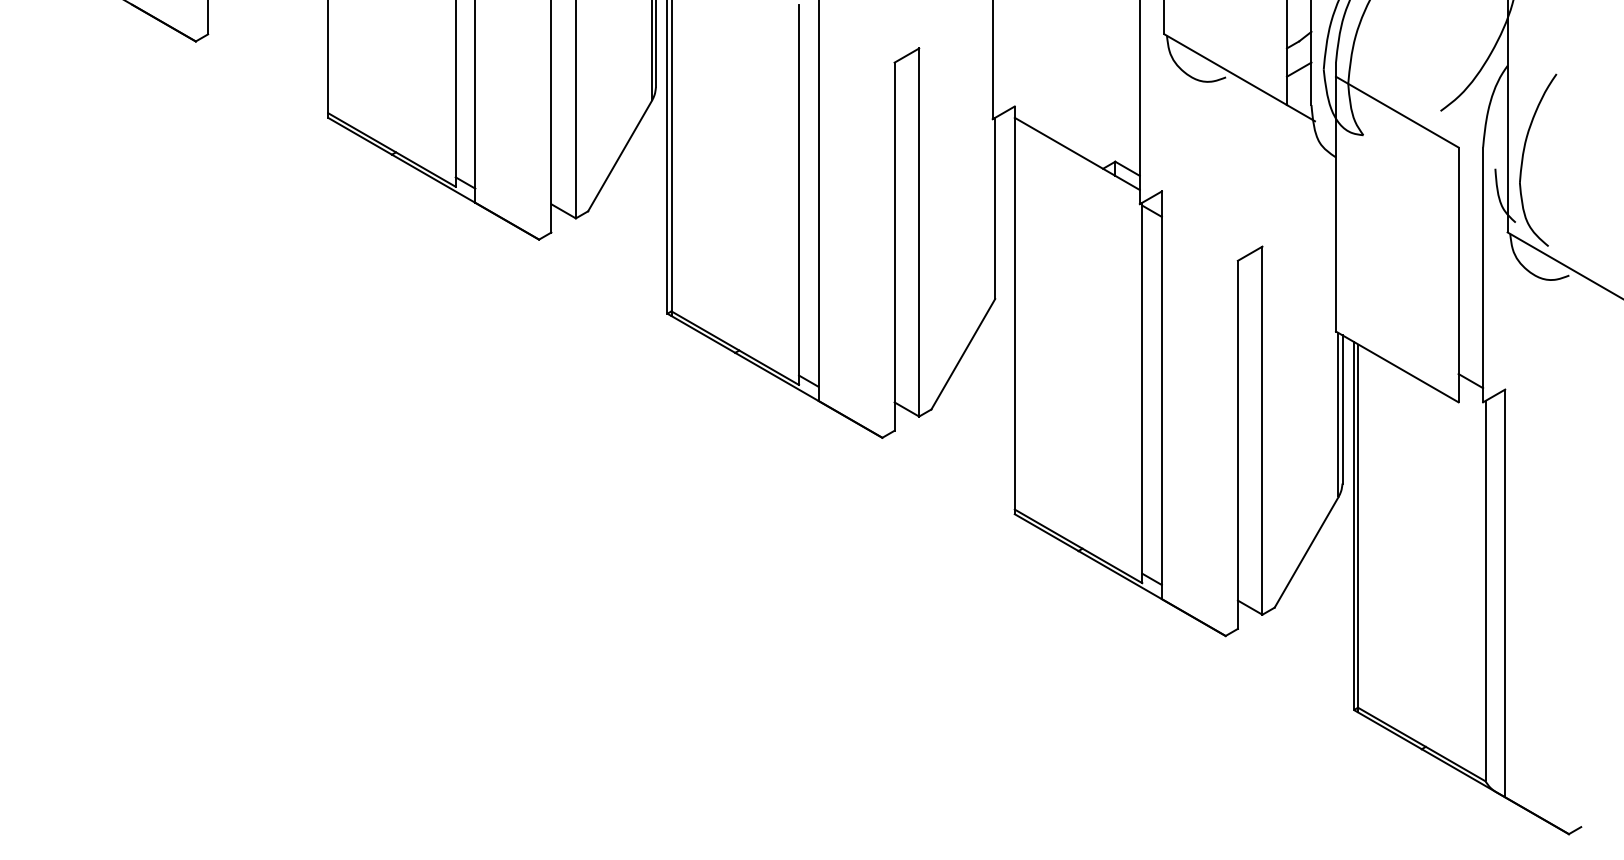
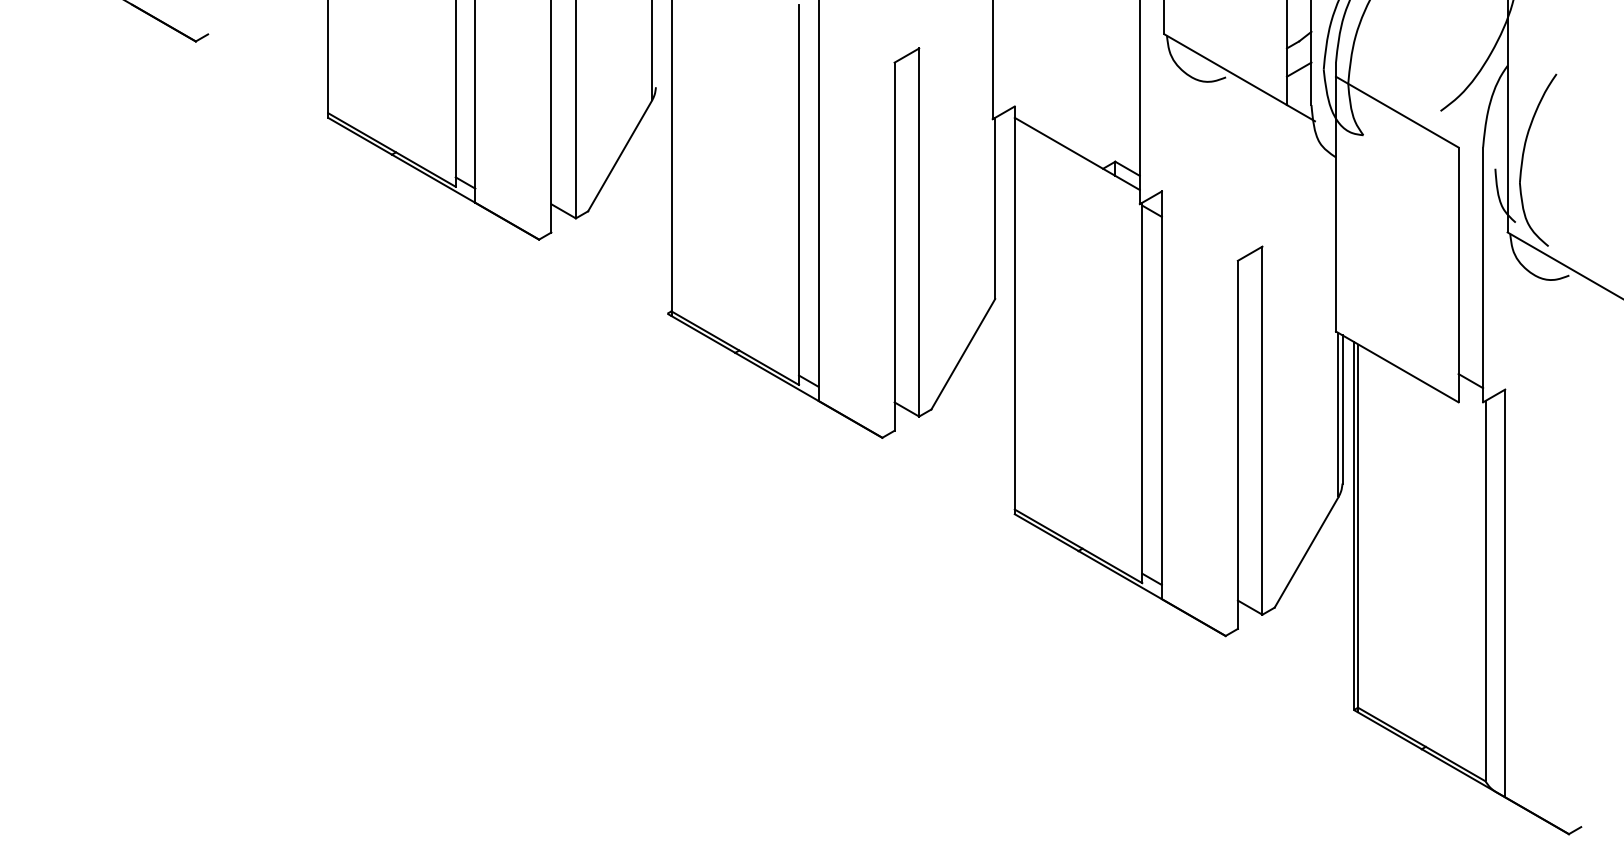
line at (208, 18): present -> none
line at (655, 44): present -> none
line at (667, 157): present -> none
